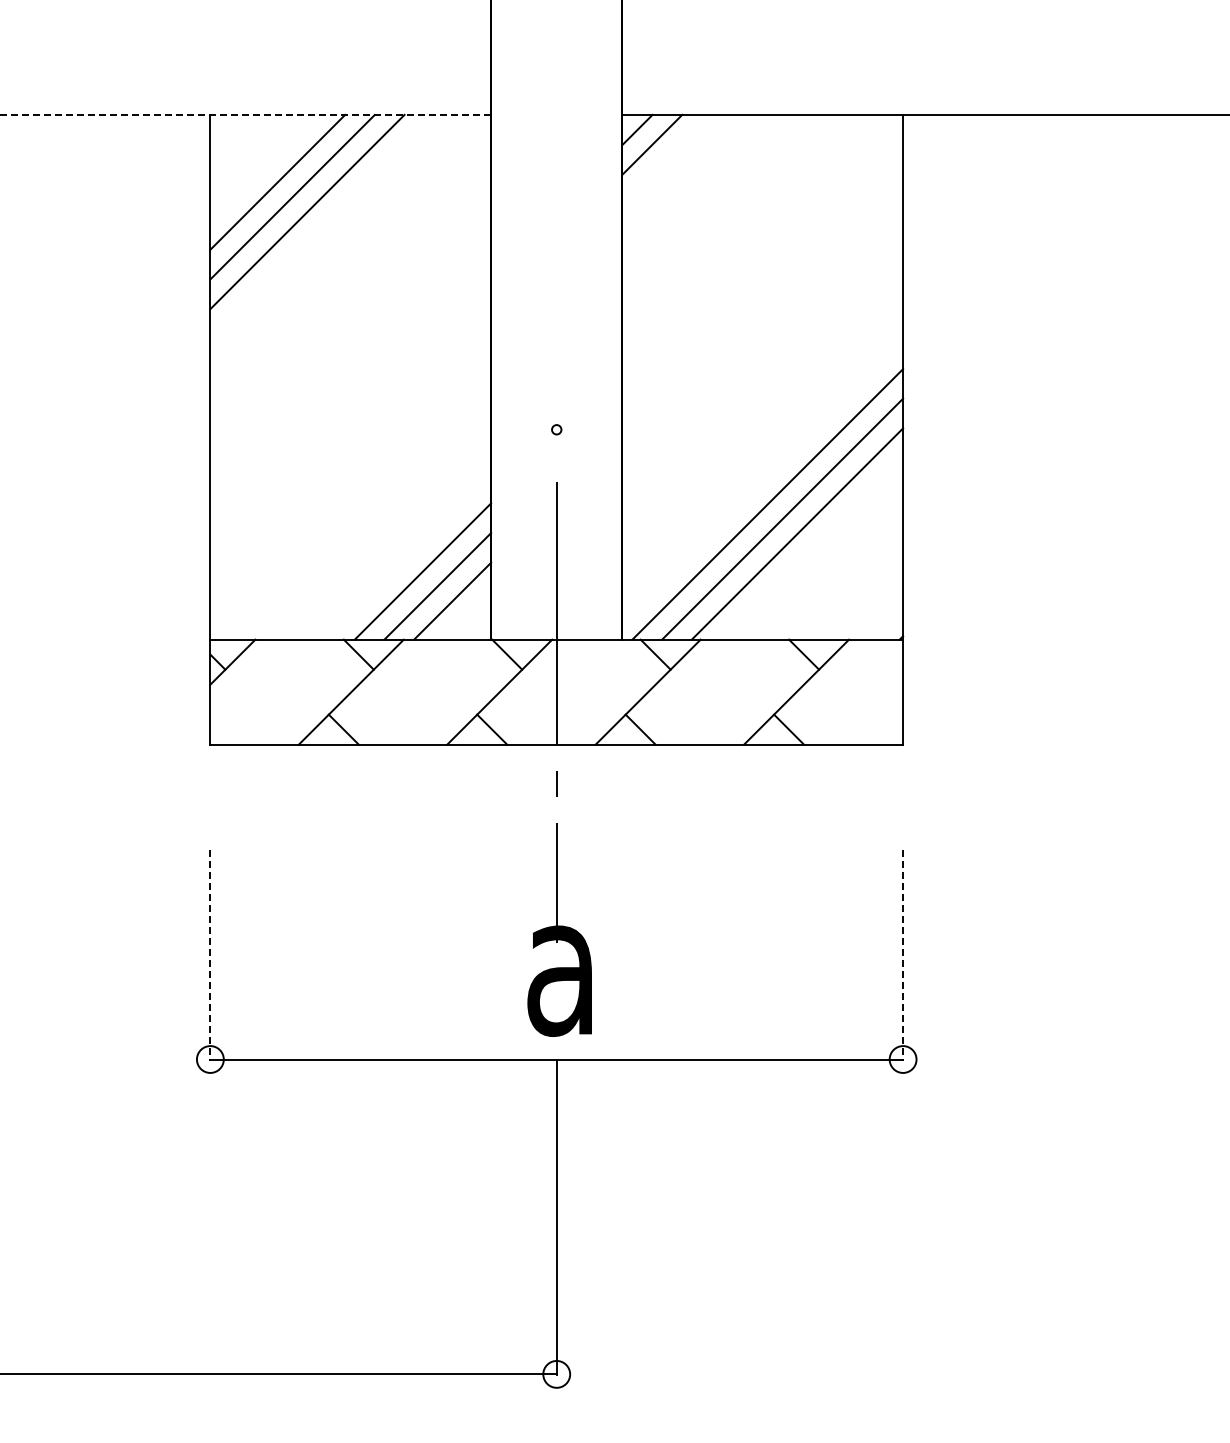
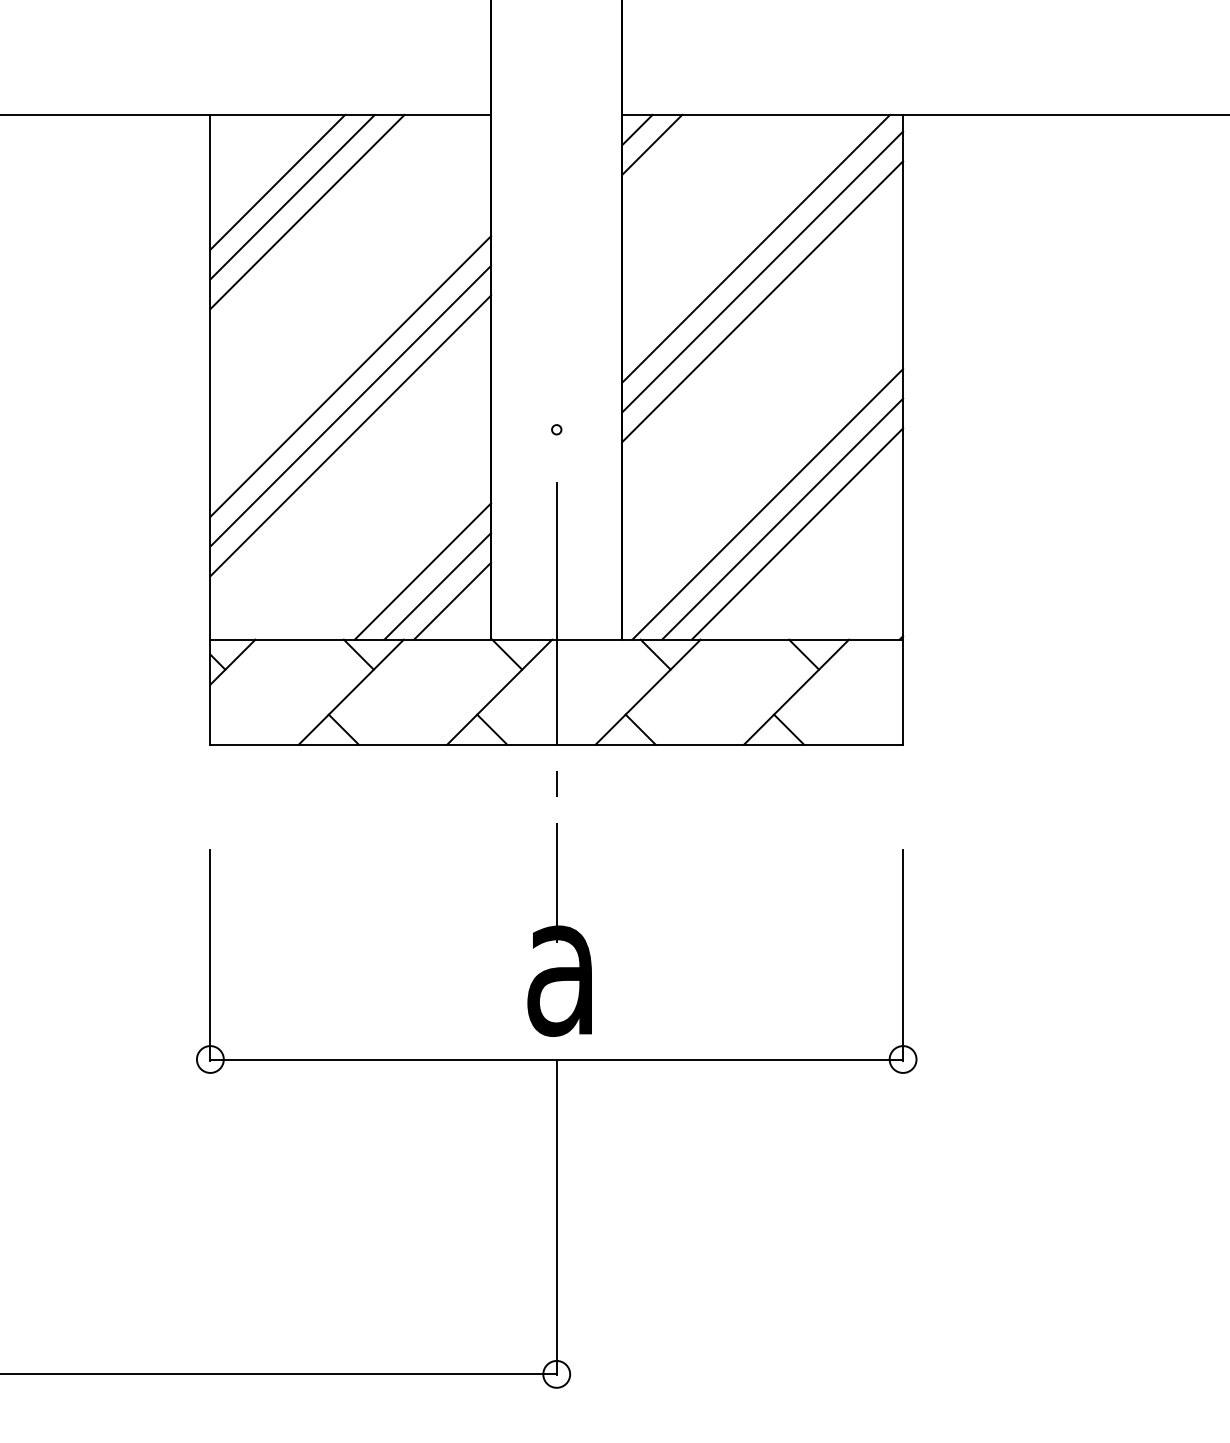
line at (245, 114): dashed -> solid
line at (756, 248): none -> present
line at (762, 271): none -> present
line at (762, 301): none -> present
line at (350, 376): none -> present
line at (350, 405): none -> present
line at (350, 435): none -> present
line at (210, 955): dashed -> solid
line at (903, 955): dashed -> solid
